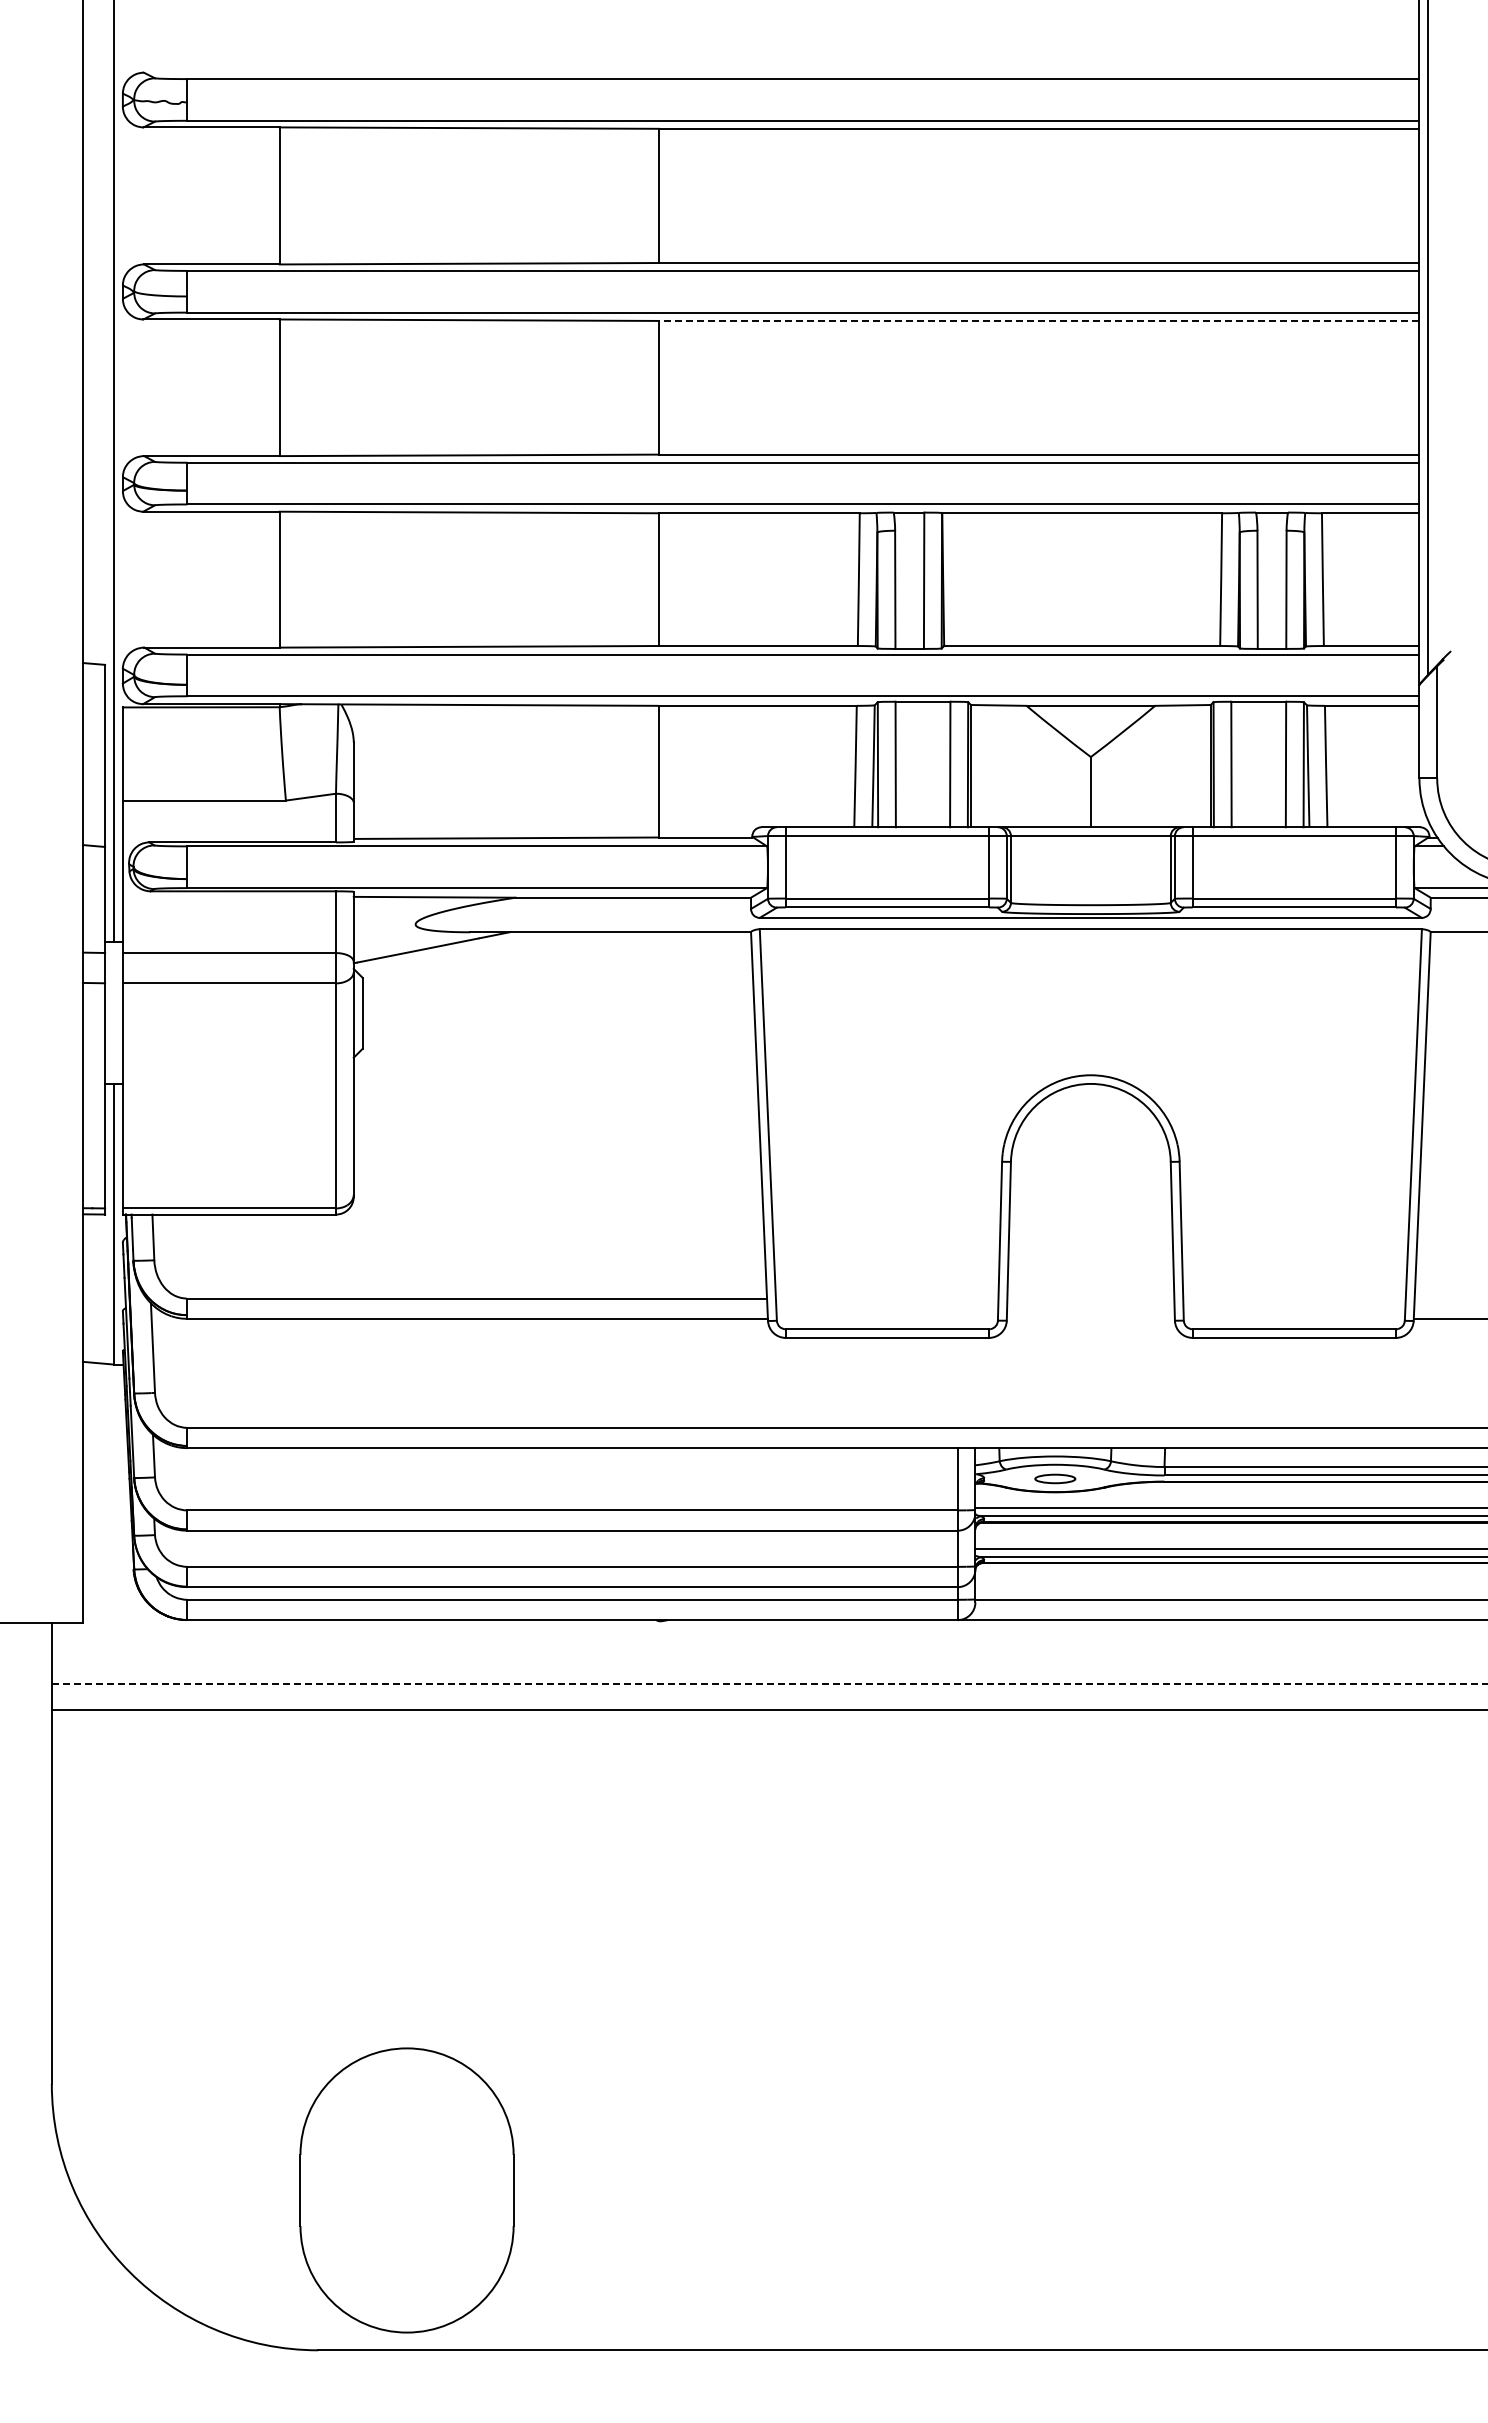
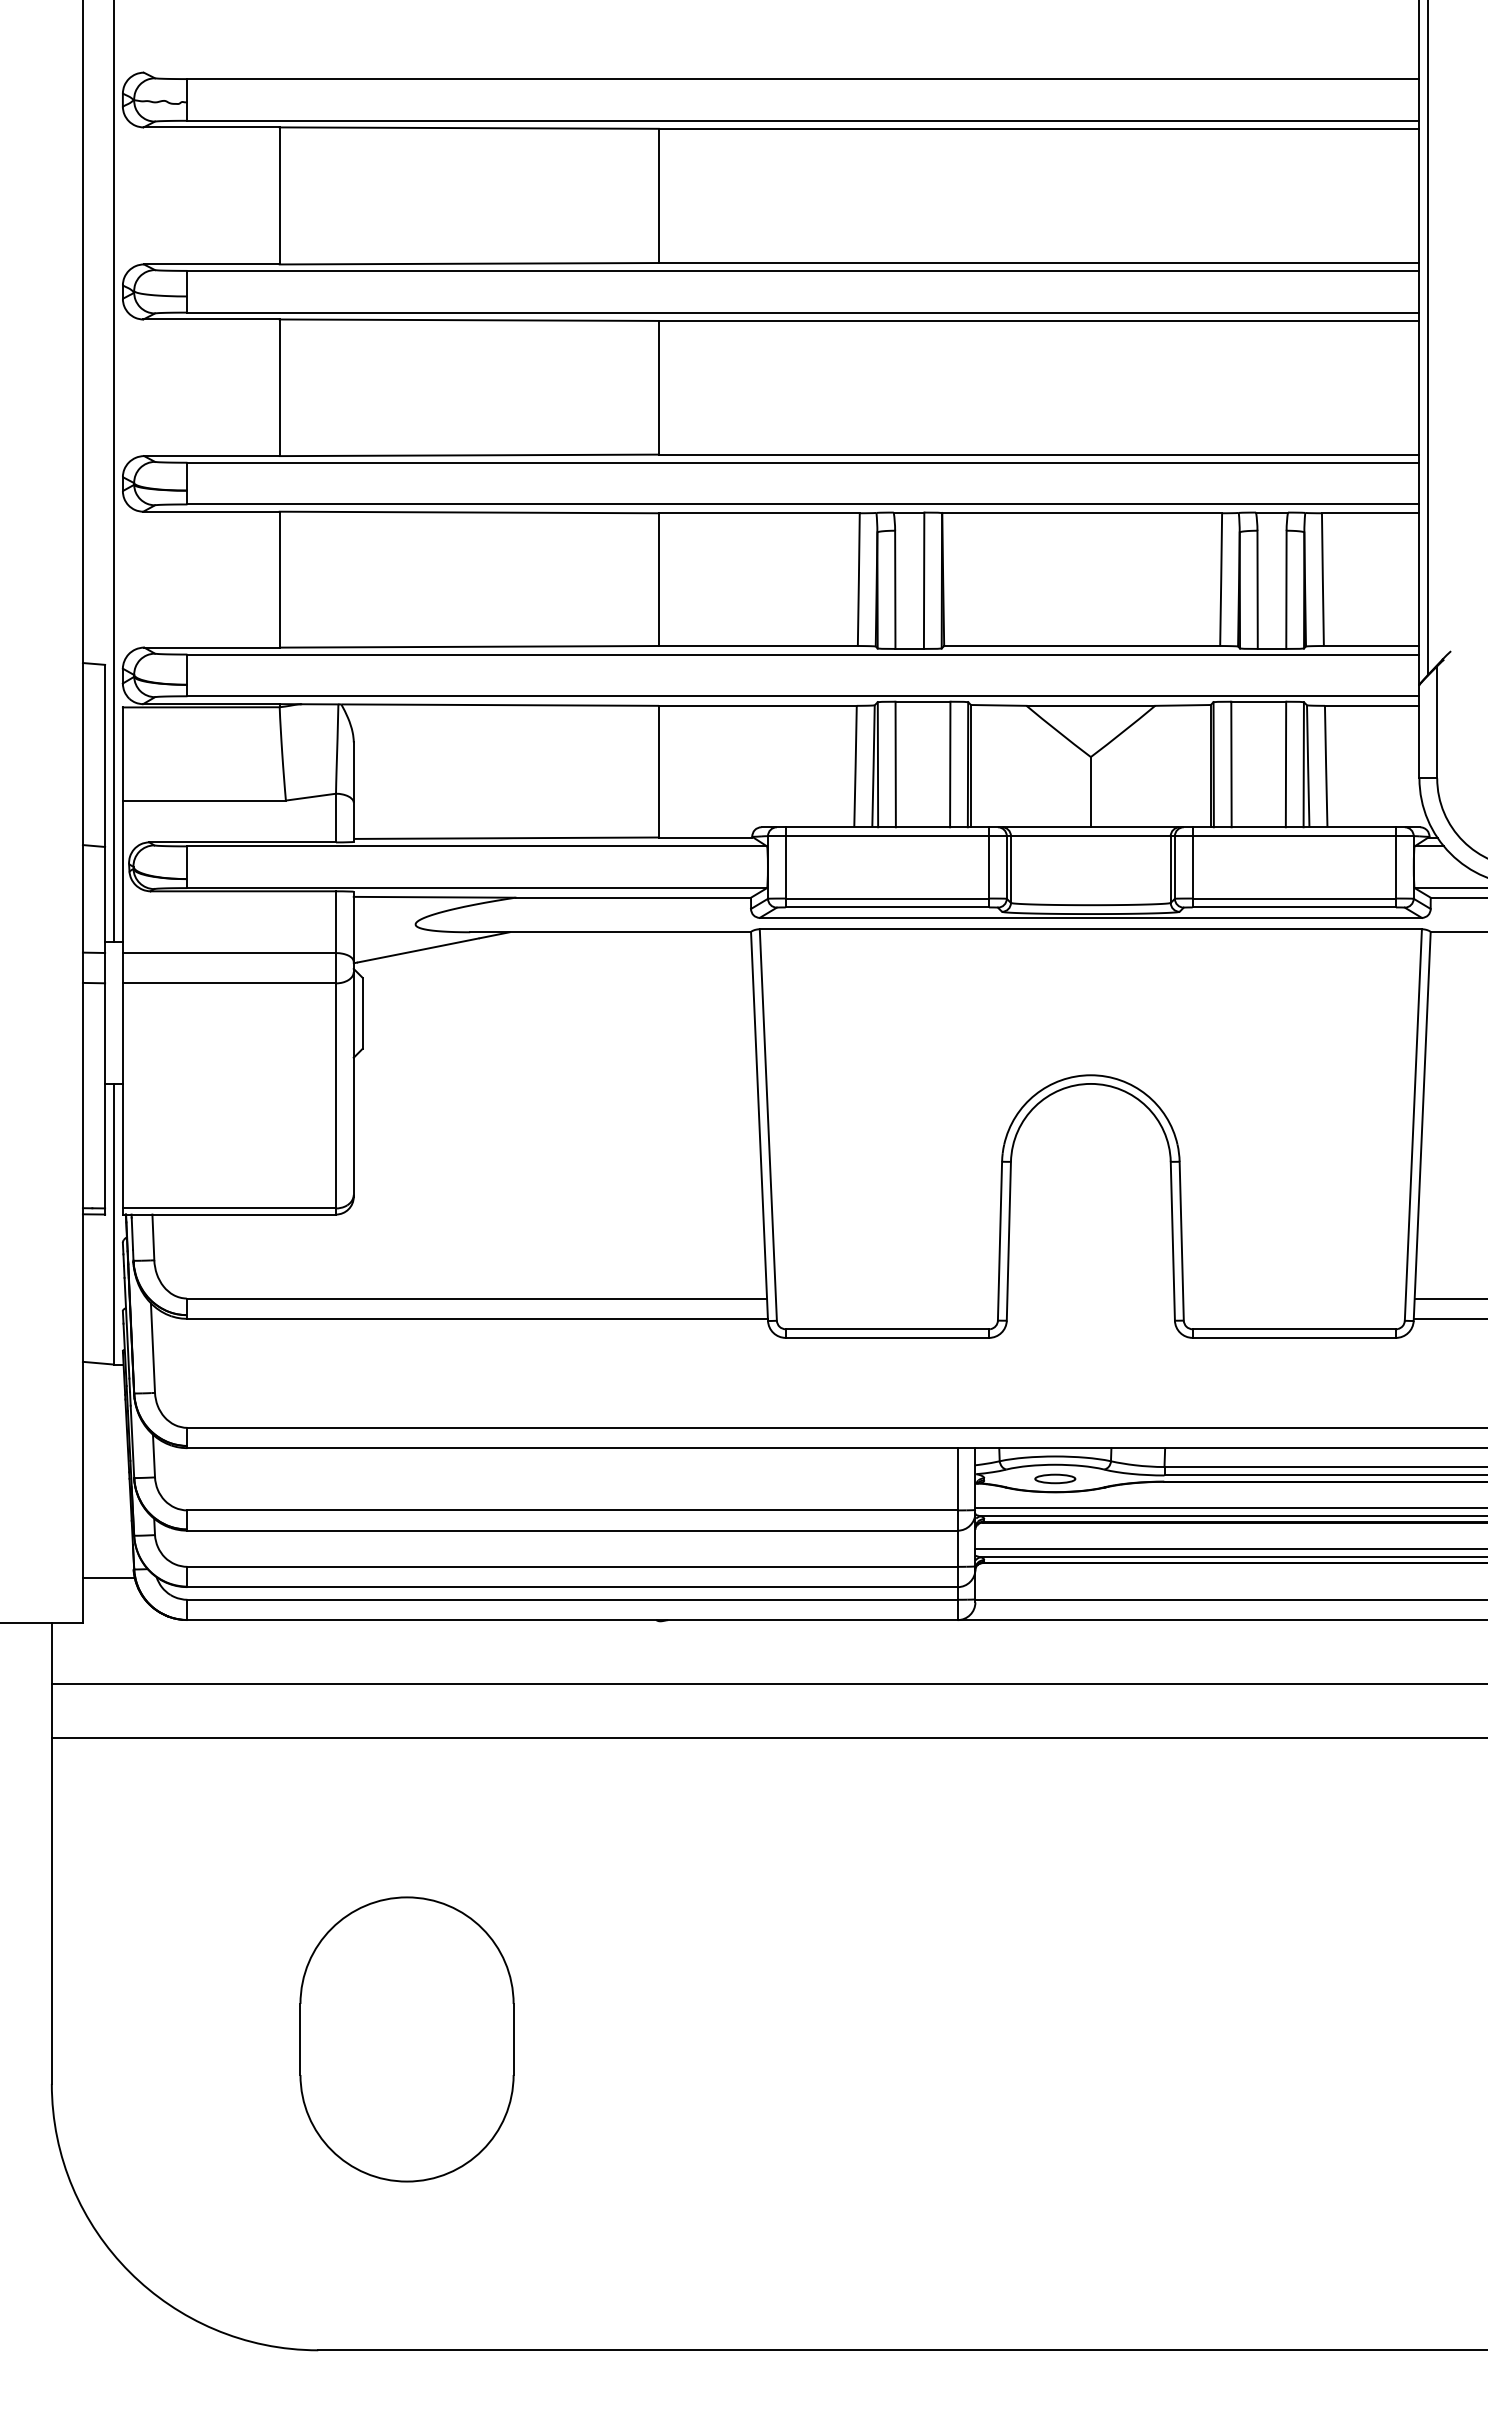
line at (1038, 320): dashed -> solid
line at (1449, 1298): none -> present
line at (108, 1577): none -> present
line at (769, 1684): dashed -> solid
line at (767, 1709) position: (767, 1709) -> (767, 1737)
part at (406, 2190) position: (406, 2190) -> (406, 2039)
